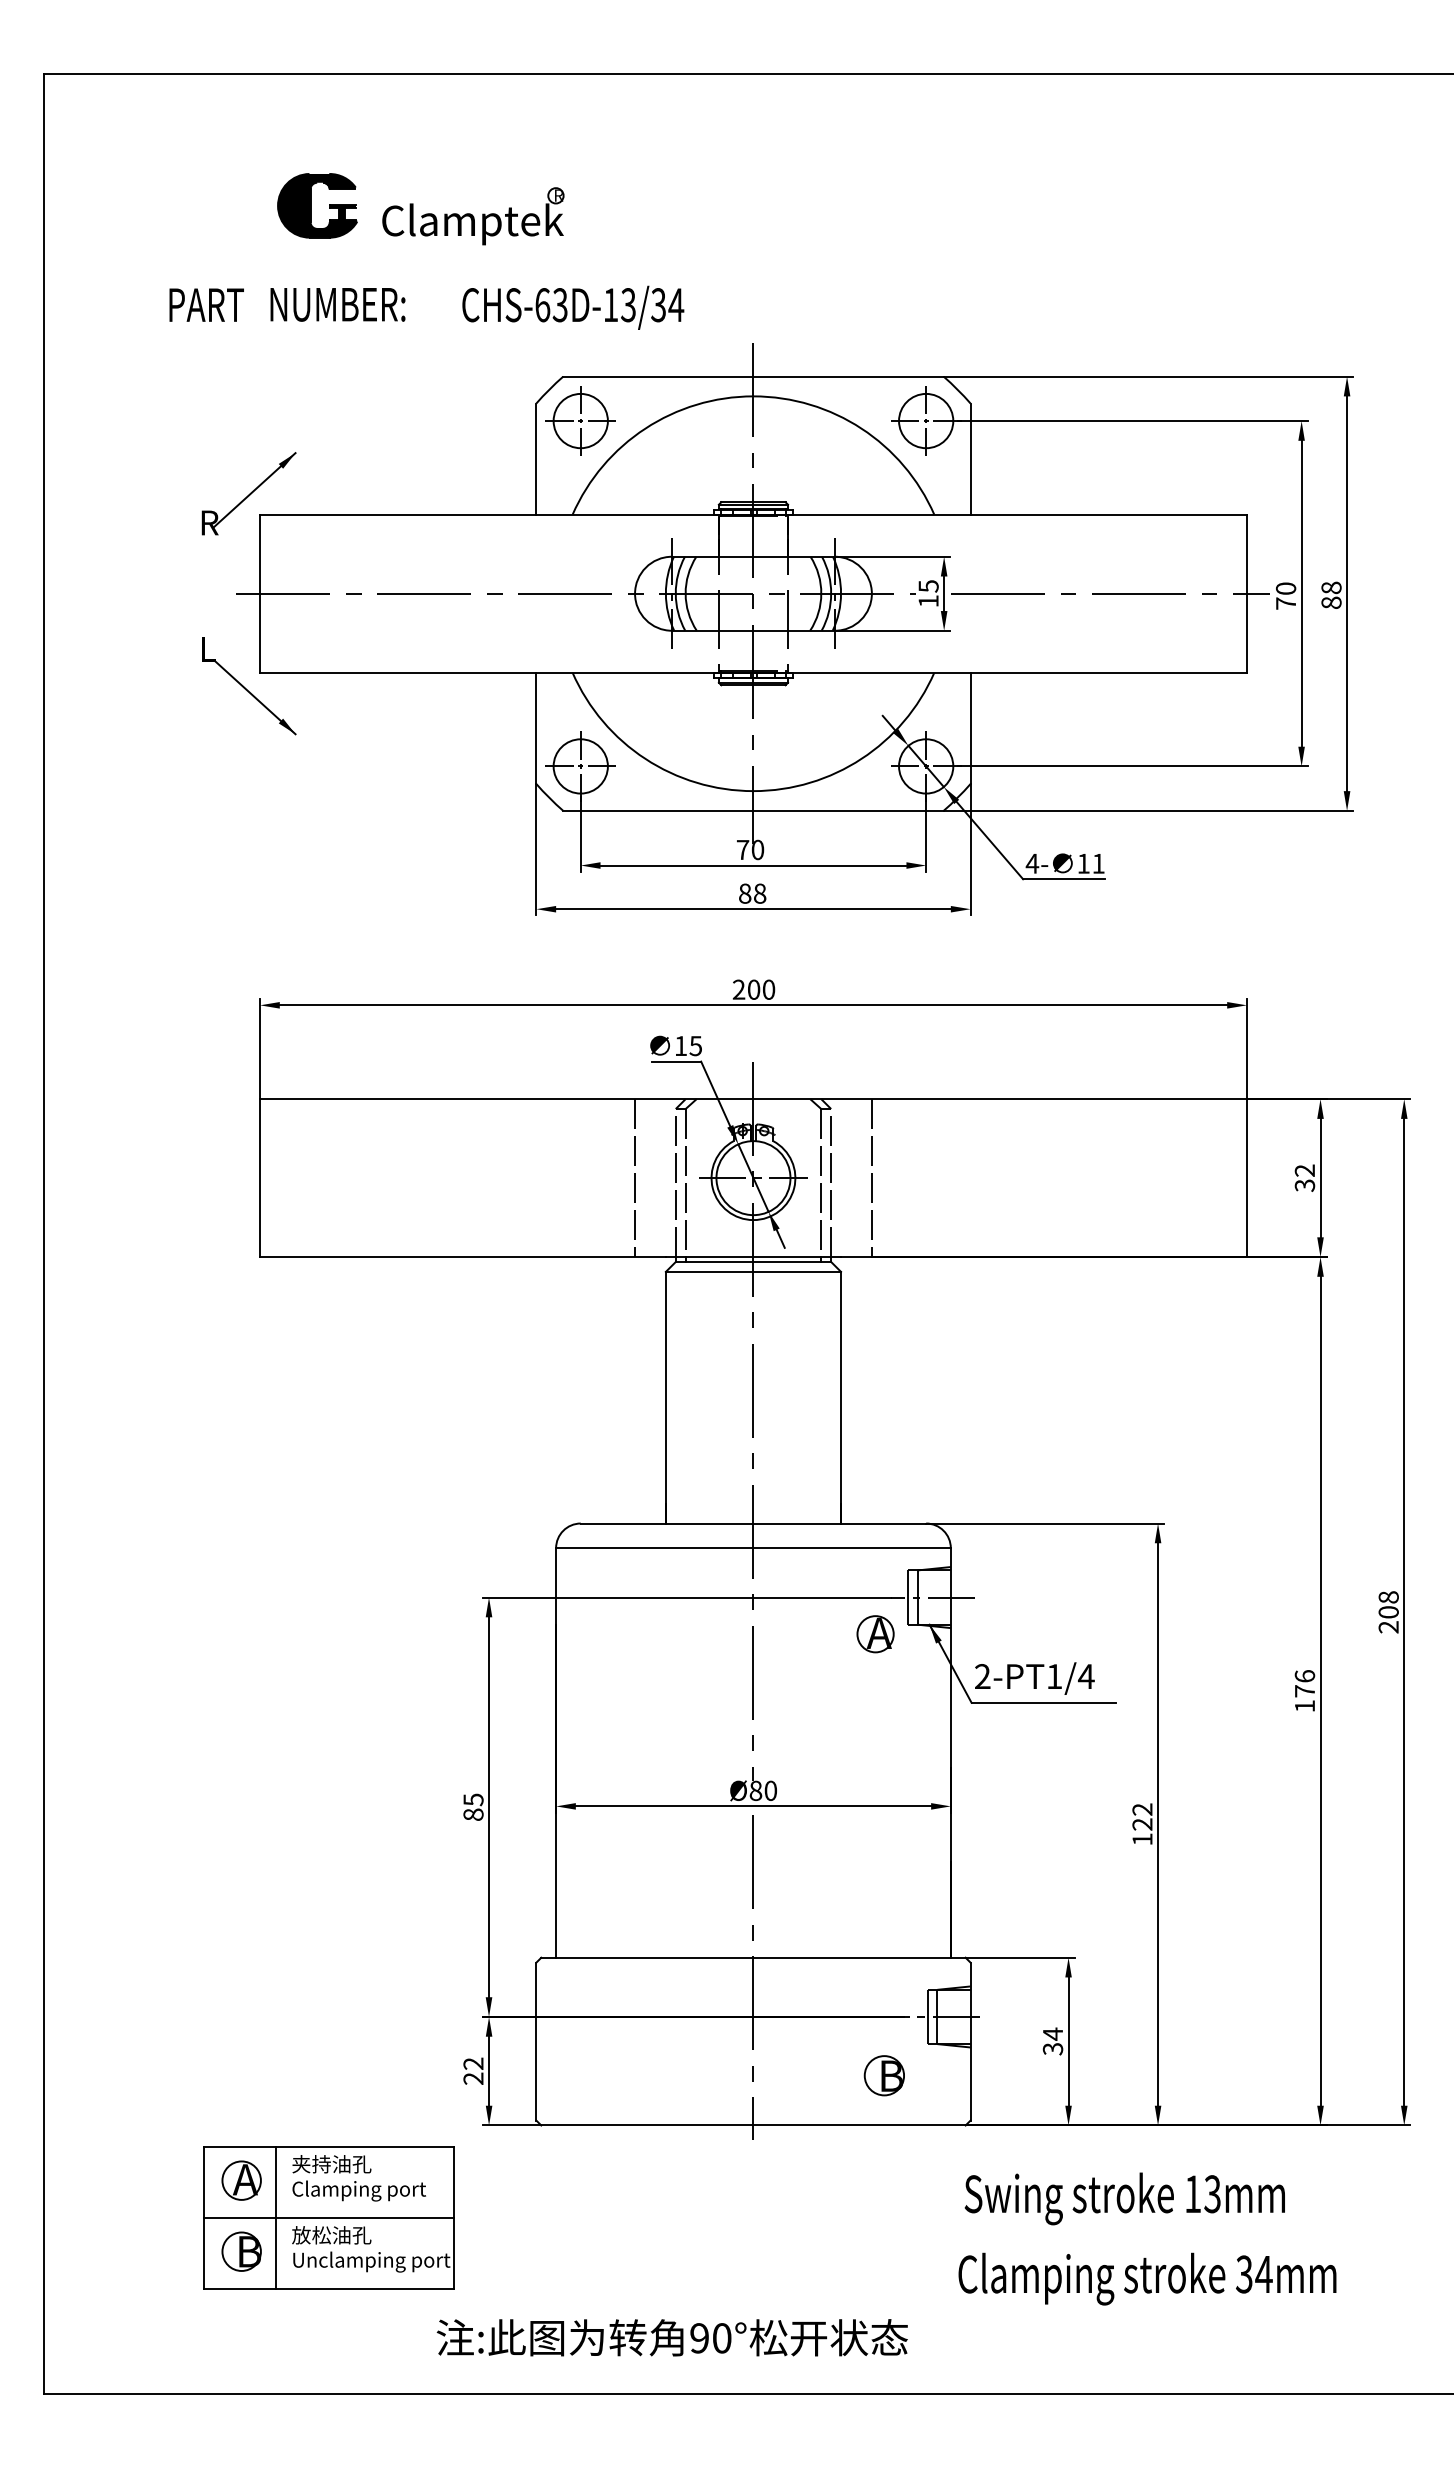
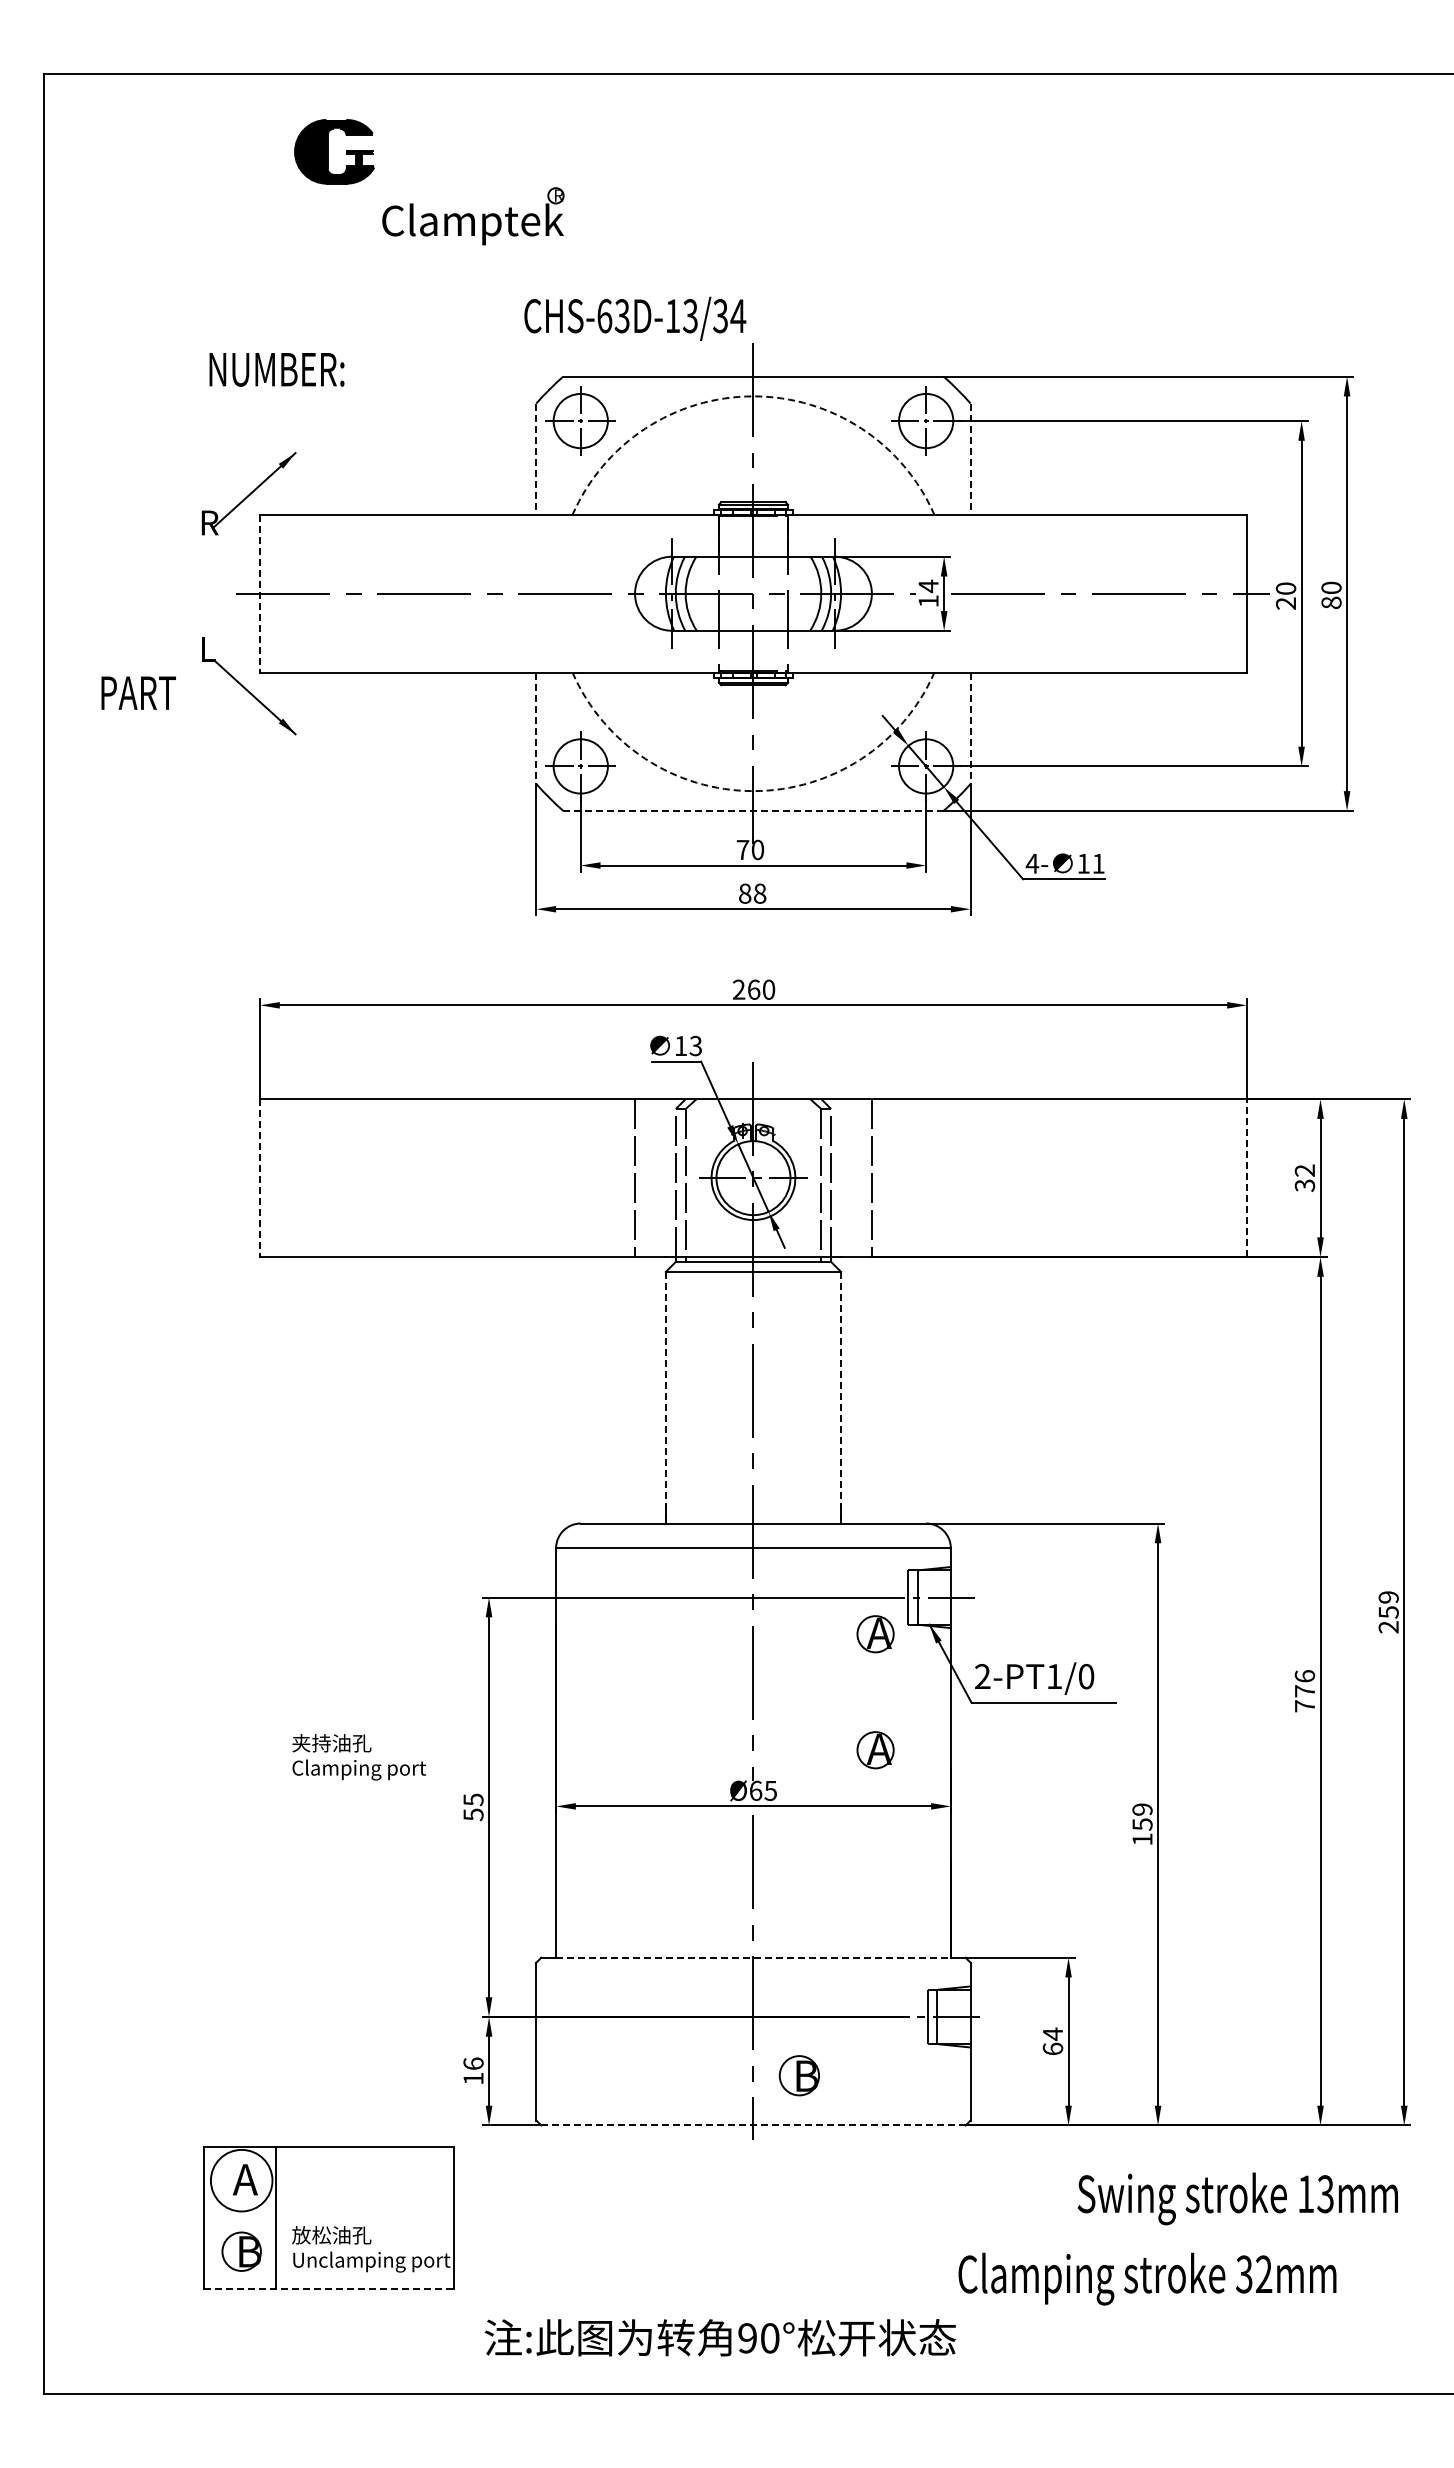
part at (317, 205) position: (317, 205) -> (334, 151)
text at (206, 304) position: (206, 304) -> (138, 692)
text at (337, 304) position: (337, 304) -> (276, 369)
text at (573, 307) position: (573, 307) -> (635, 318)
arc at (753, 396): solid -> dashed
line at (536, 459): solid -> dashed
line at (970, 459): solid -> dashed
text at (928, 586): 15 -> 14
text at (1331, 587): 88 -> 80
line at (260, 593): solid -> dashed
text at (1285, 603): 70 -> 20
line at (536, 728): solid -> dashed
line at (970, 728): solid -> dashed
arc at (753, 791): solid -> dashed
line at (753, 810): solid -> dashed
text at (754, 989): 200 -> 260
text at (695, 1045): 15 -> 13
line at (260, 1178): solid -> dashed
line at (1246, 1178): solid -> dashed
line at (665, 1397): solid -> dashed
line at (841, 1397): solid -> dashed
text at (1388, 1604): 208 -> 259
text at (1085, 1676): 2-PT1/4 -> 2-PT1/0
text at (1304, 1706): 176 -> 776
part at (875, 1750): none -> present
text at (762, 1790): Ø80 -> Ø65
text at (473, 1814): 85 -> 55
text at (1142, 1816): 122 -> 159
line at (753, 1957): solid -> dashed
text at (1052, 2048): 34 -> 64
text at (473, 2070): 22 -> 16
part at (883, 2075) position: (883, 2075) -> (798, 2075)
line at (753, 2125): solid -> dashed
text at (358, 2178) position: (358, 2178) -> (358, 1757)
circle at (241, 2180) diameter: 38 px -> 62 px
text at (1124, 2198) position: (1124, 2198) -> (1237, 2198)
line at (328, 2217): present -> none
text at (1263, 2273): 34mm -> 32mm
line at (328, 2288): solid -> dashed
text at (671, 2337) position: (671, 2337) -> (719, 2337)
